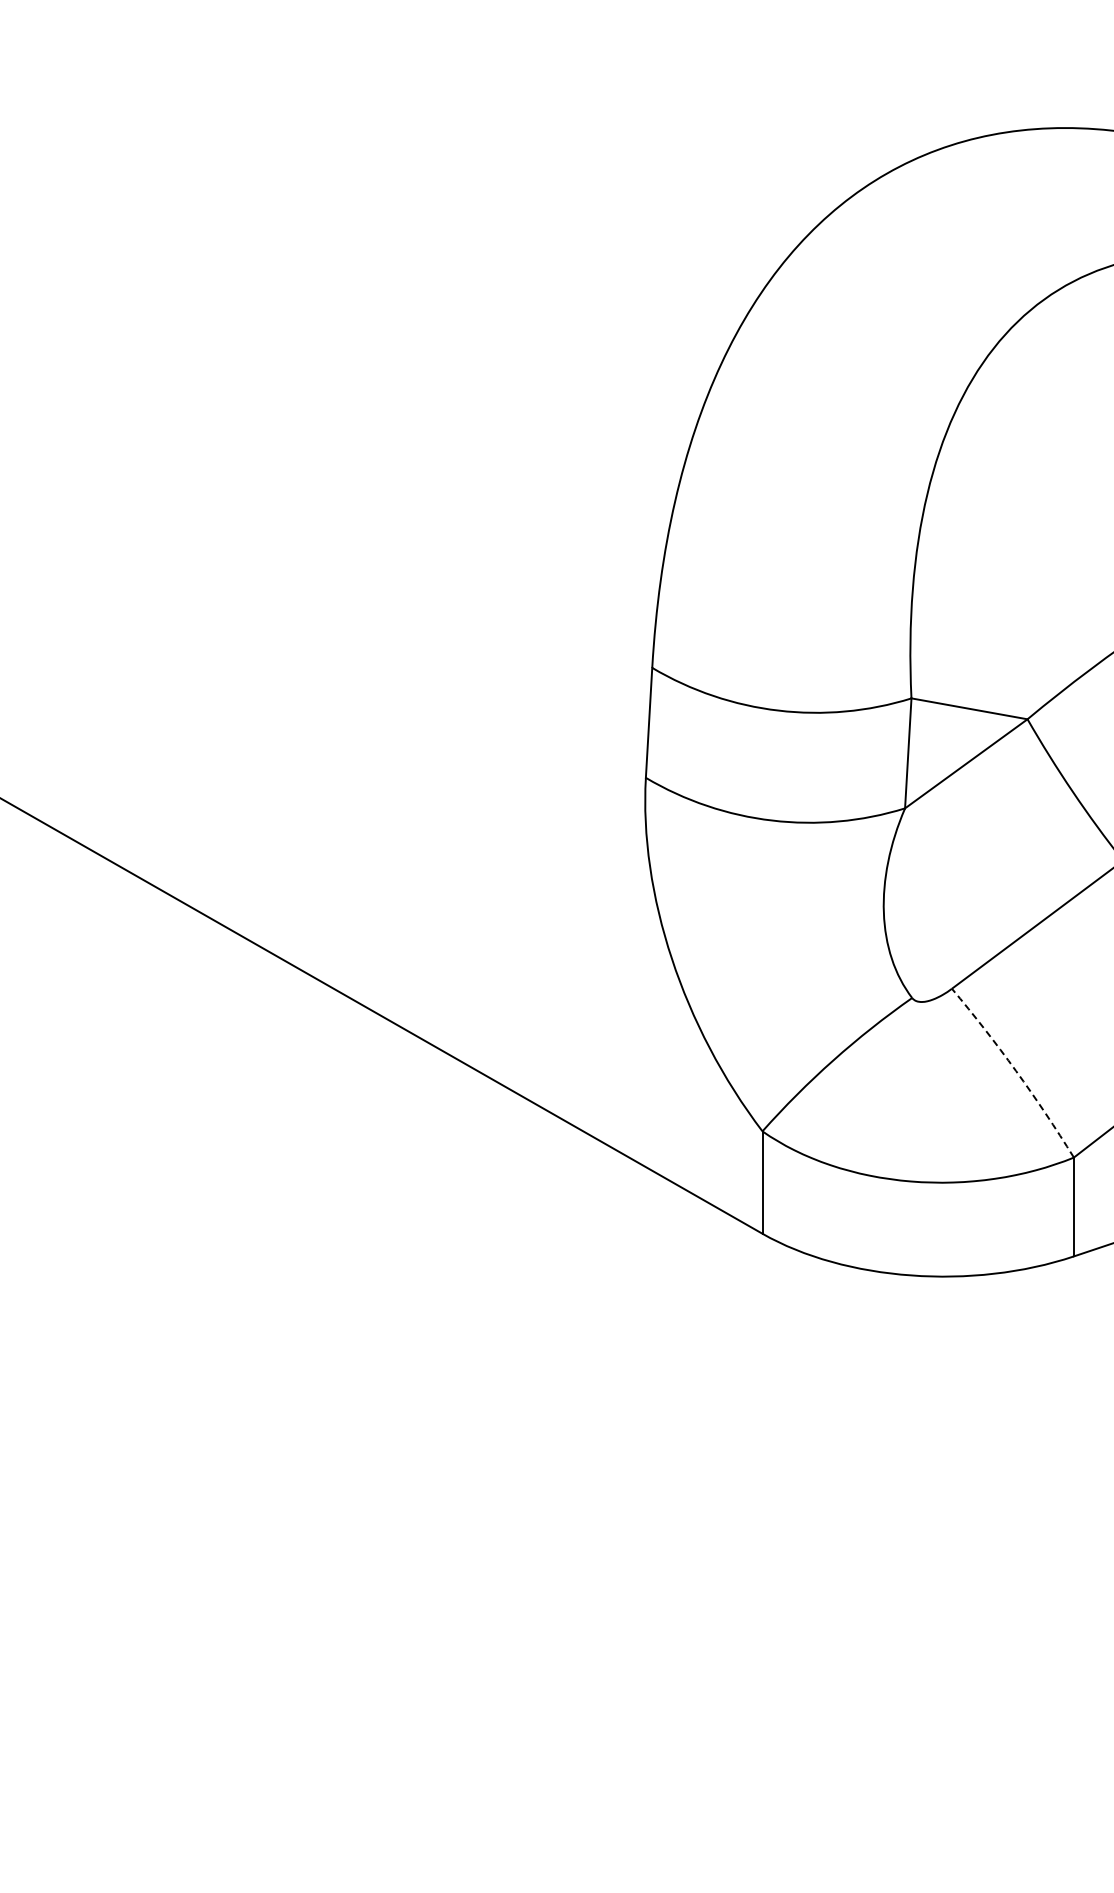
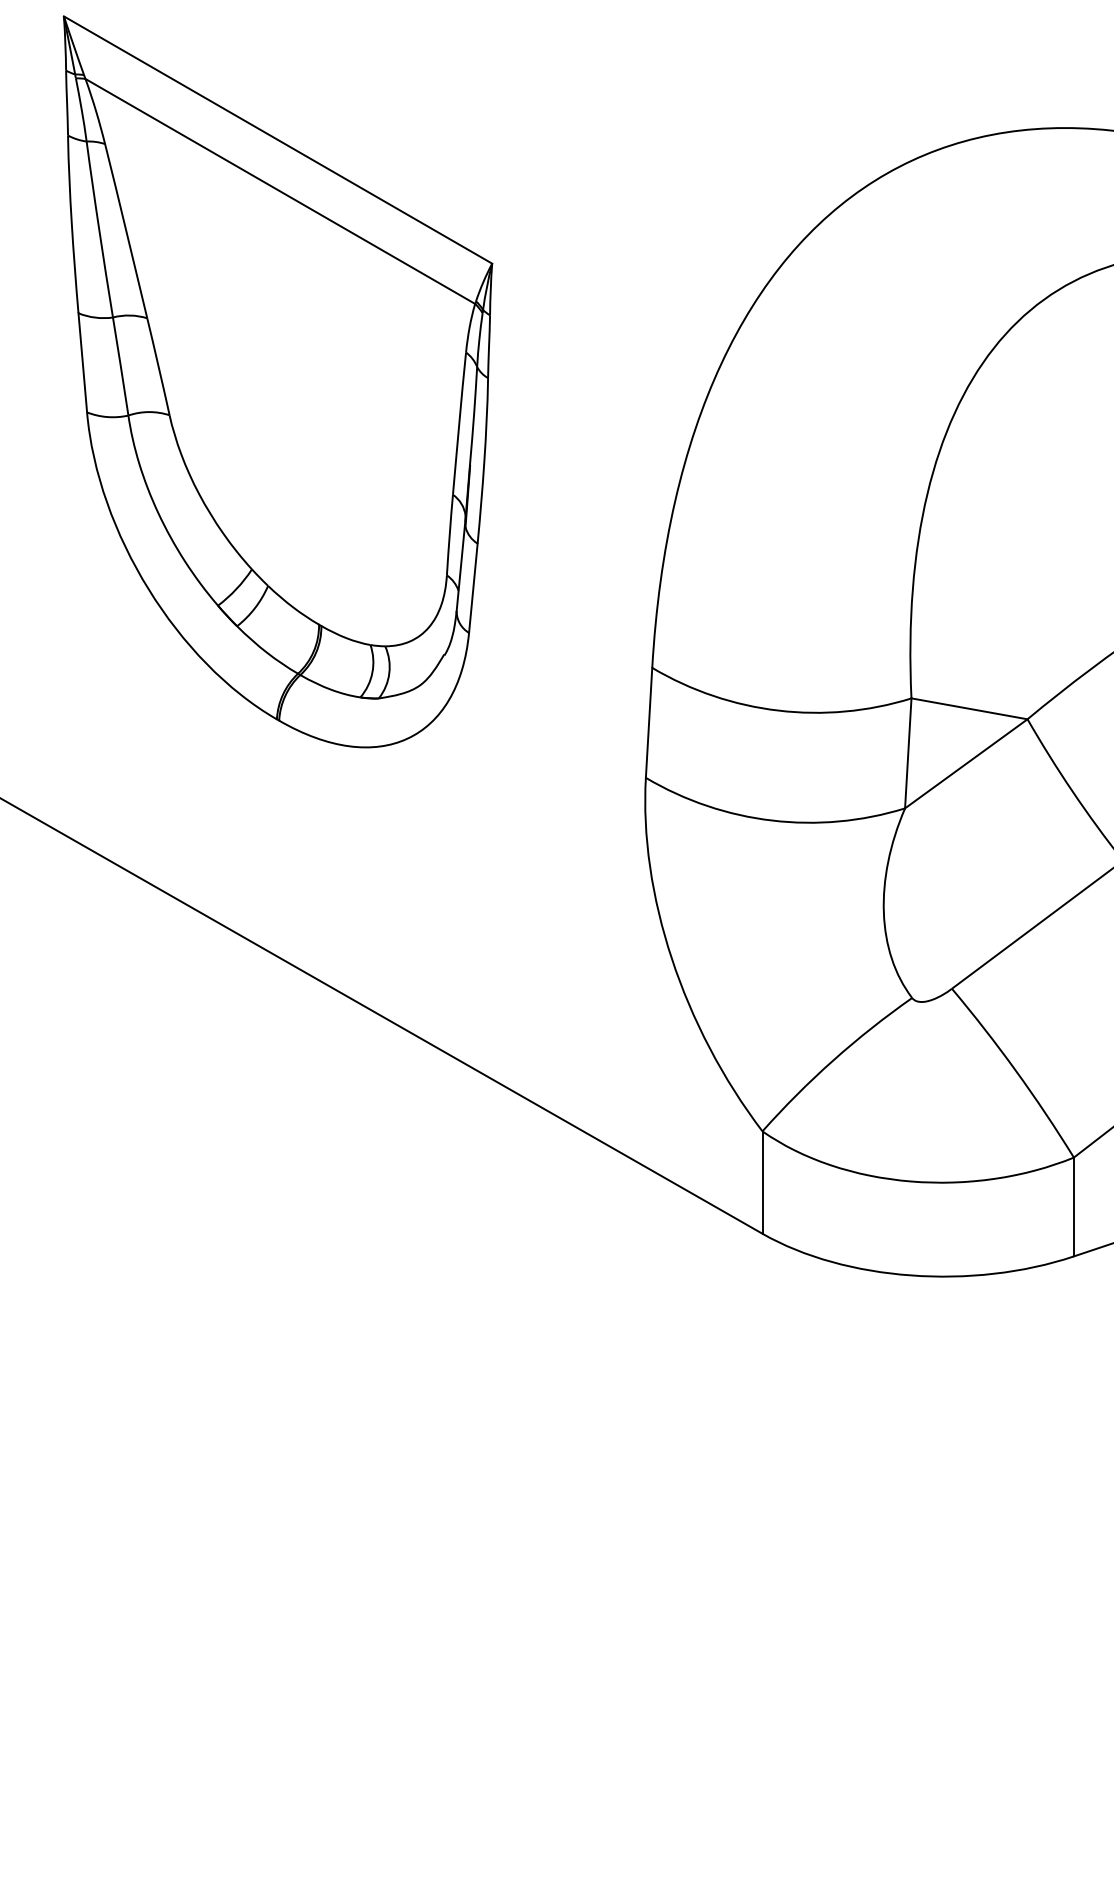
part at (277, 381): none -> present
arc at (1016, 1070): dashed -> solid
